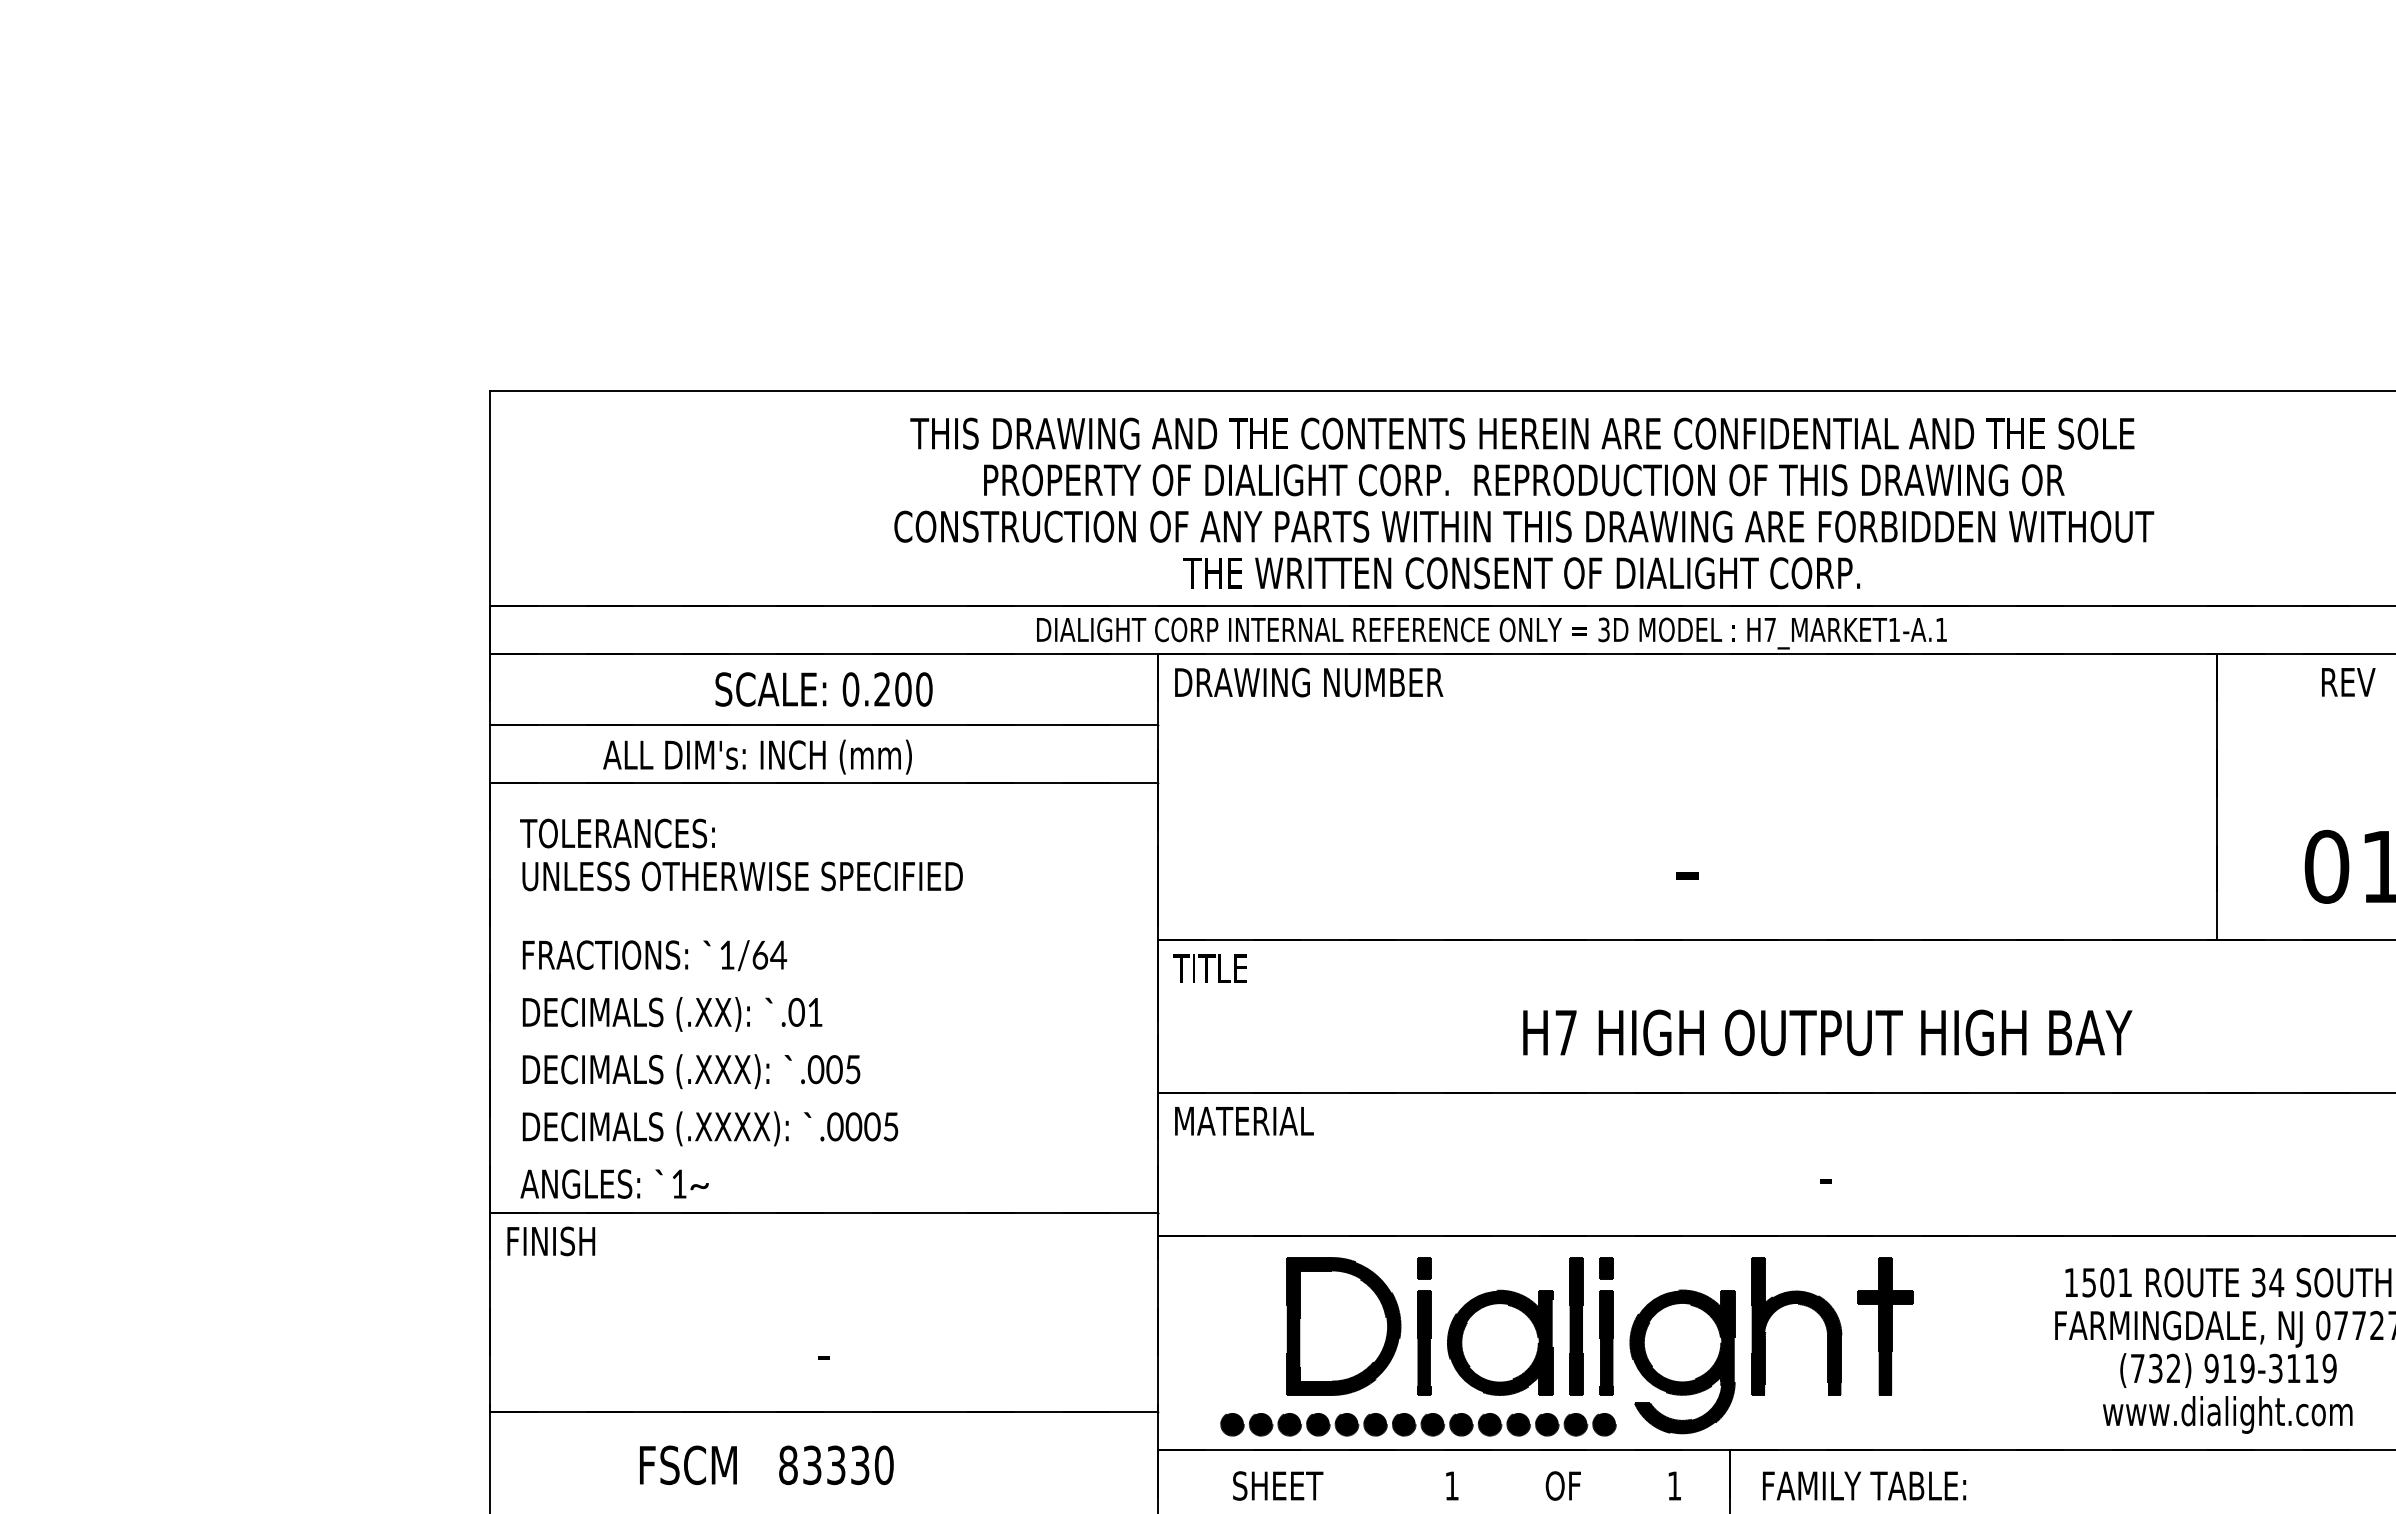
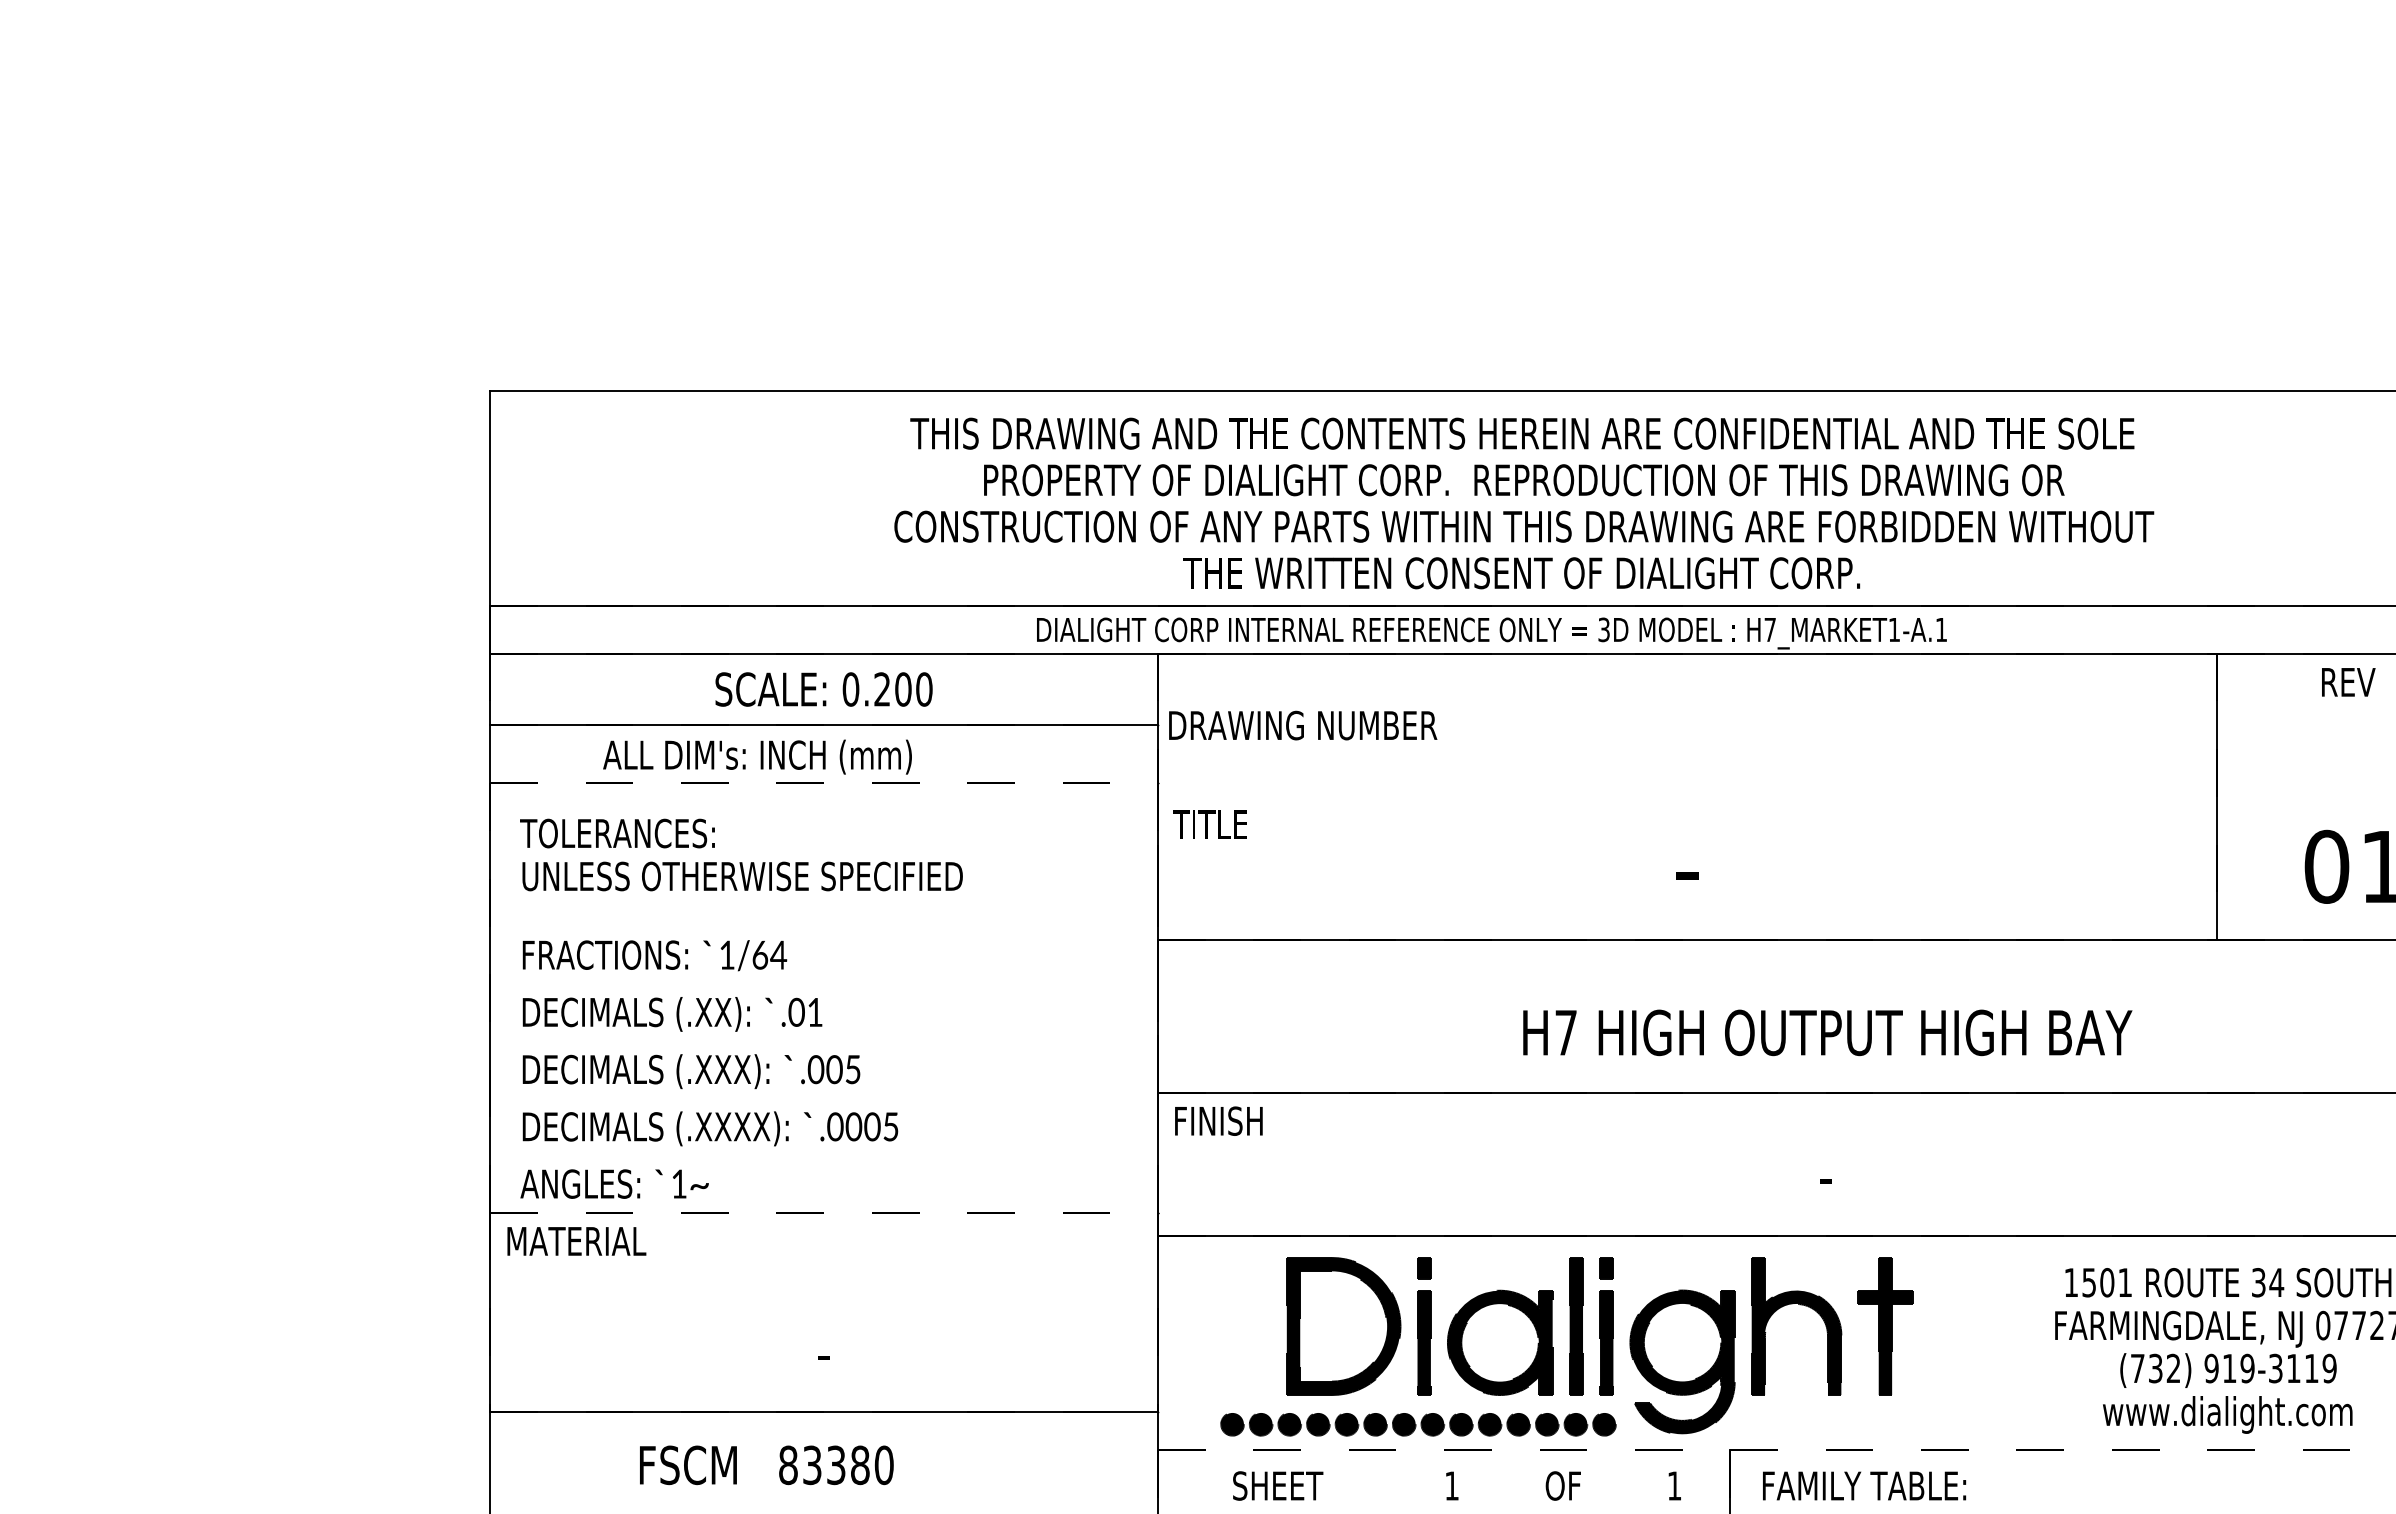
text at (1309, 682) position: (1309, 682) -> (1303, 725)
line at (824, 783): solid -> dashed
text at (1209, 968) position: (1209, 968) -> (1209, 824)
text at (1245, 1120): MATERIAL -> FINISH
line at (824, 1212): solid -> dashed
text at (578, 1241): FINISH -> MATERIAL
line at (1776, 1450): solid -> dashed
text at (860, 1465): 83330 -> 83380
